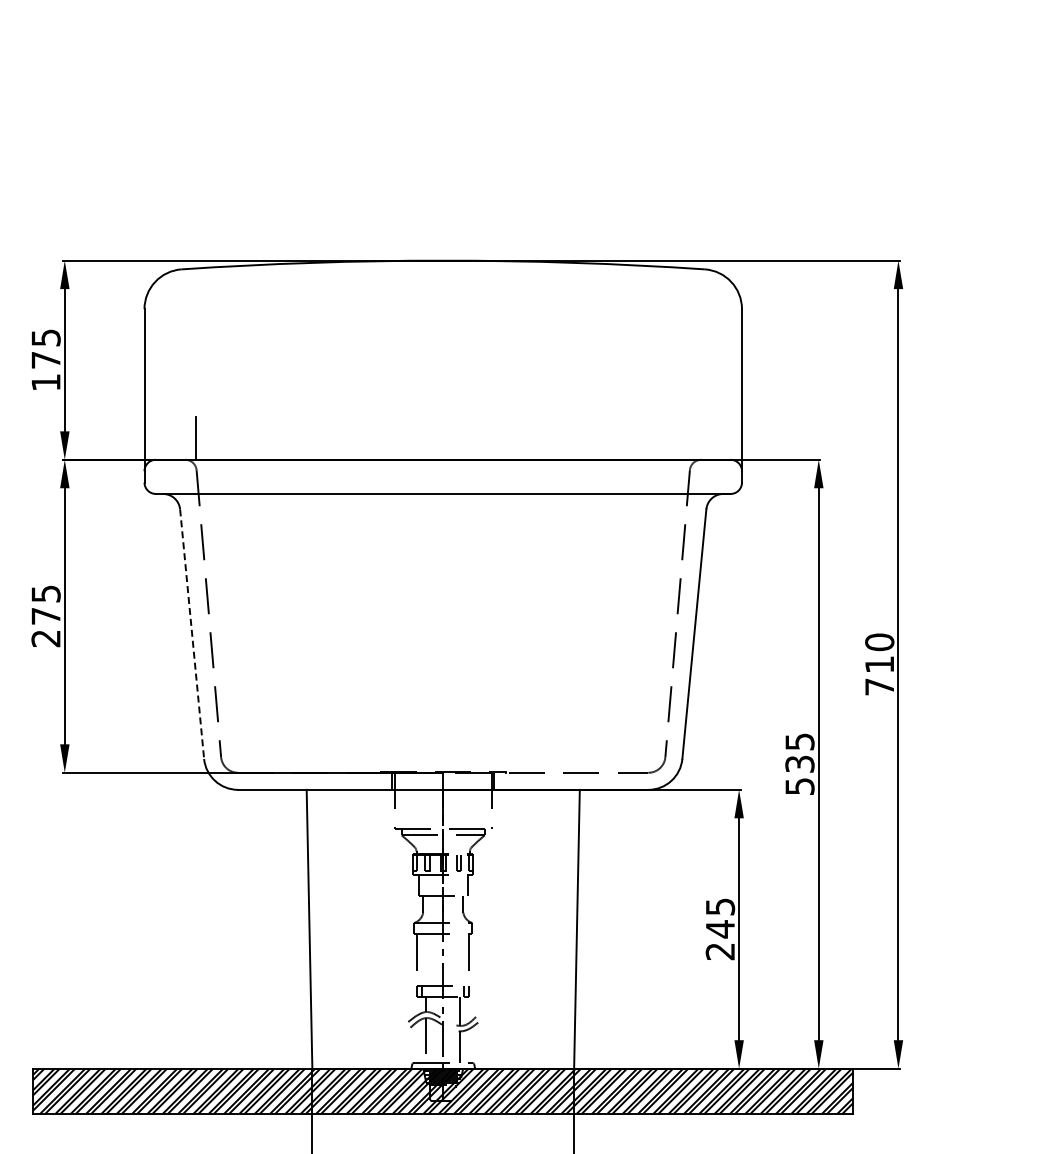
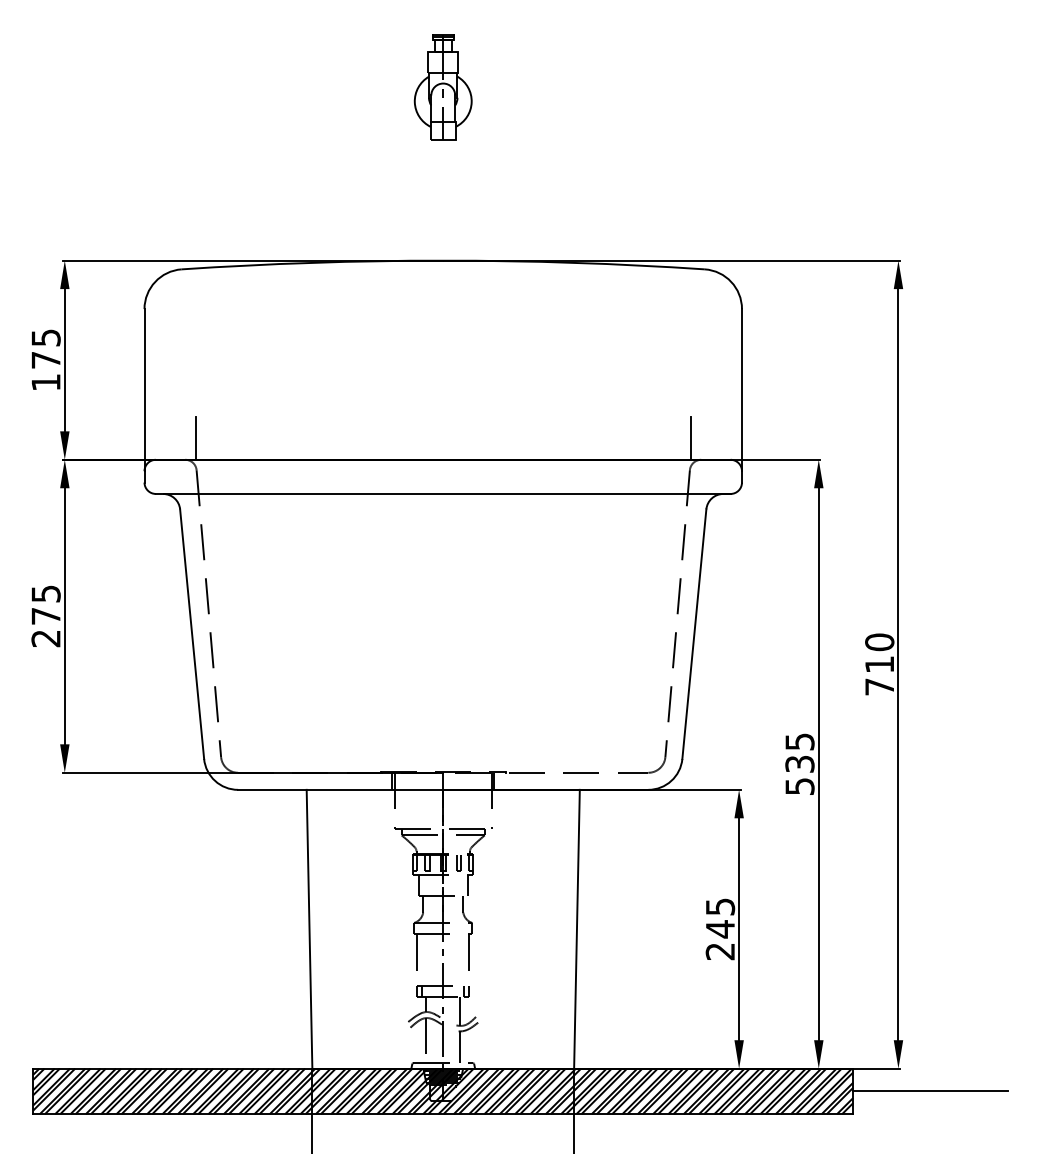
part at (442, 87): none -> present
line at (690, 437): none -> present
line at (192, 634): dashed -> solid
line at (930, 1091): none -> present
